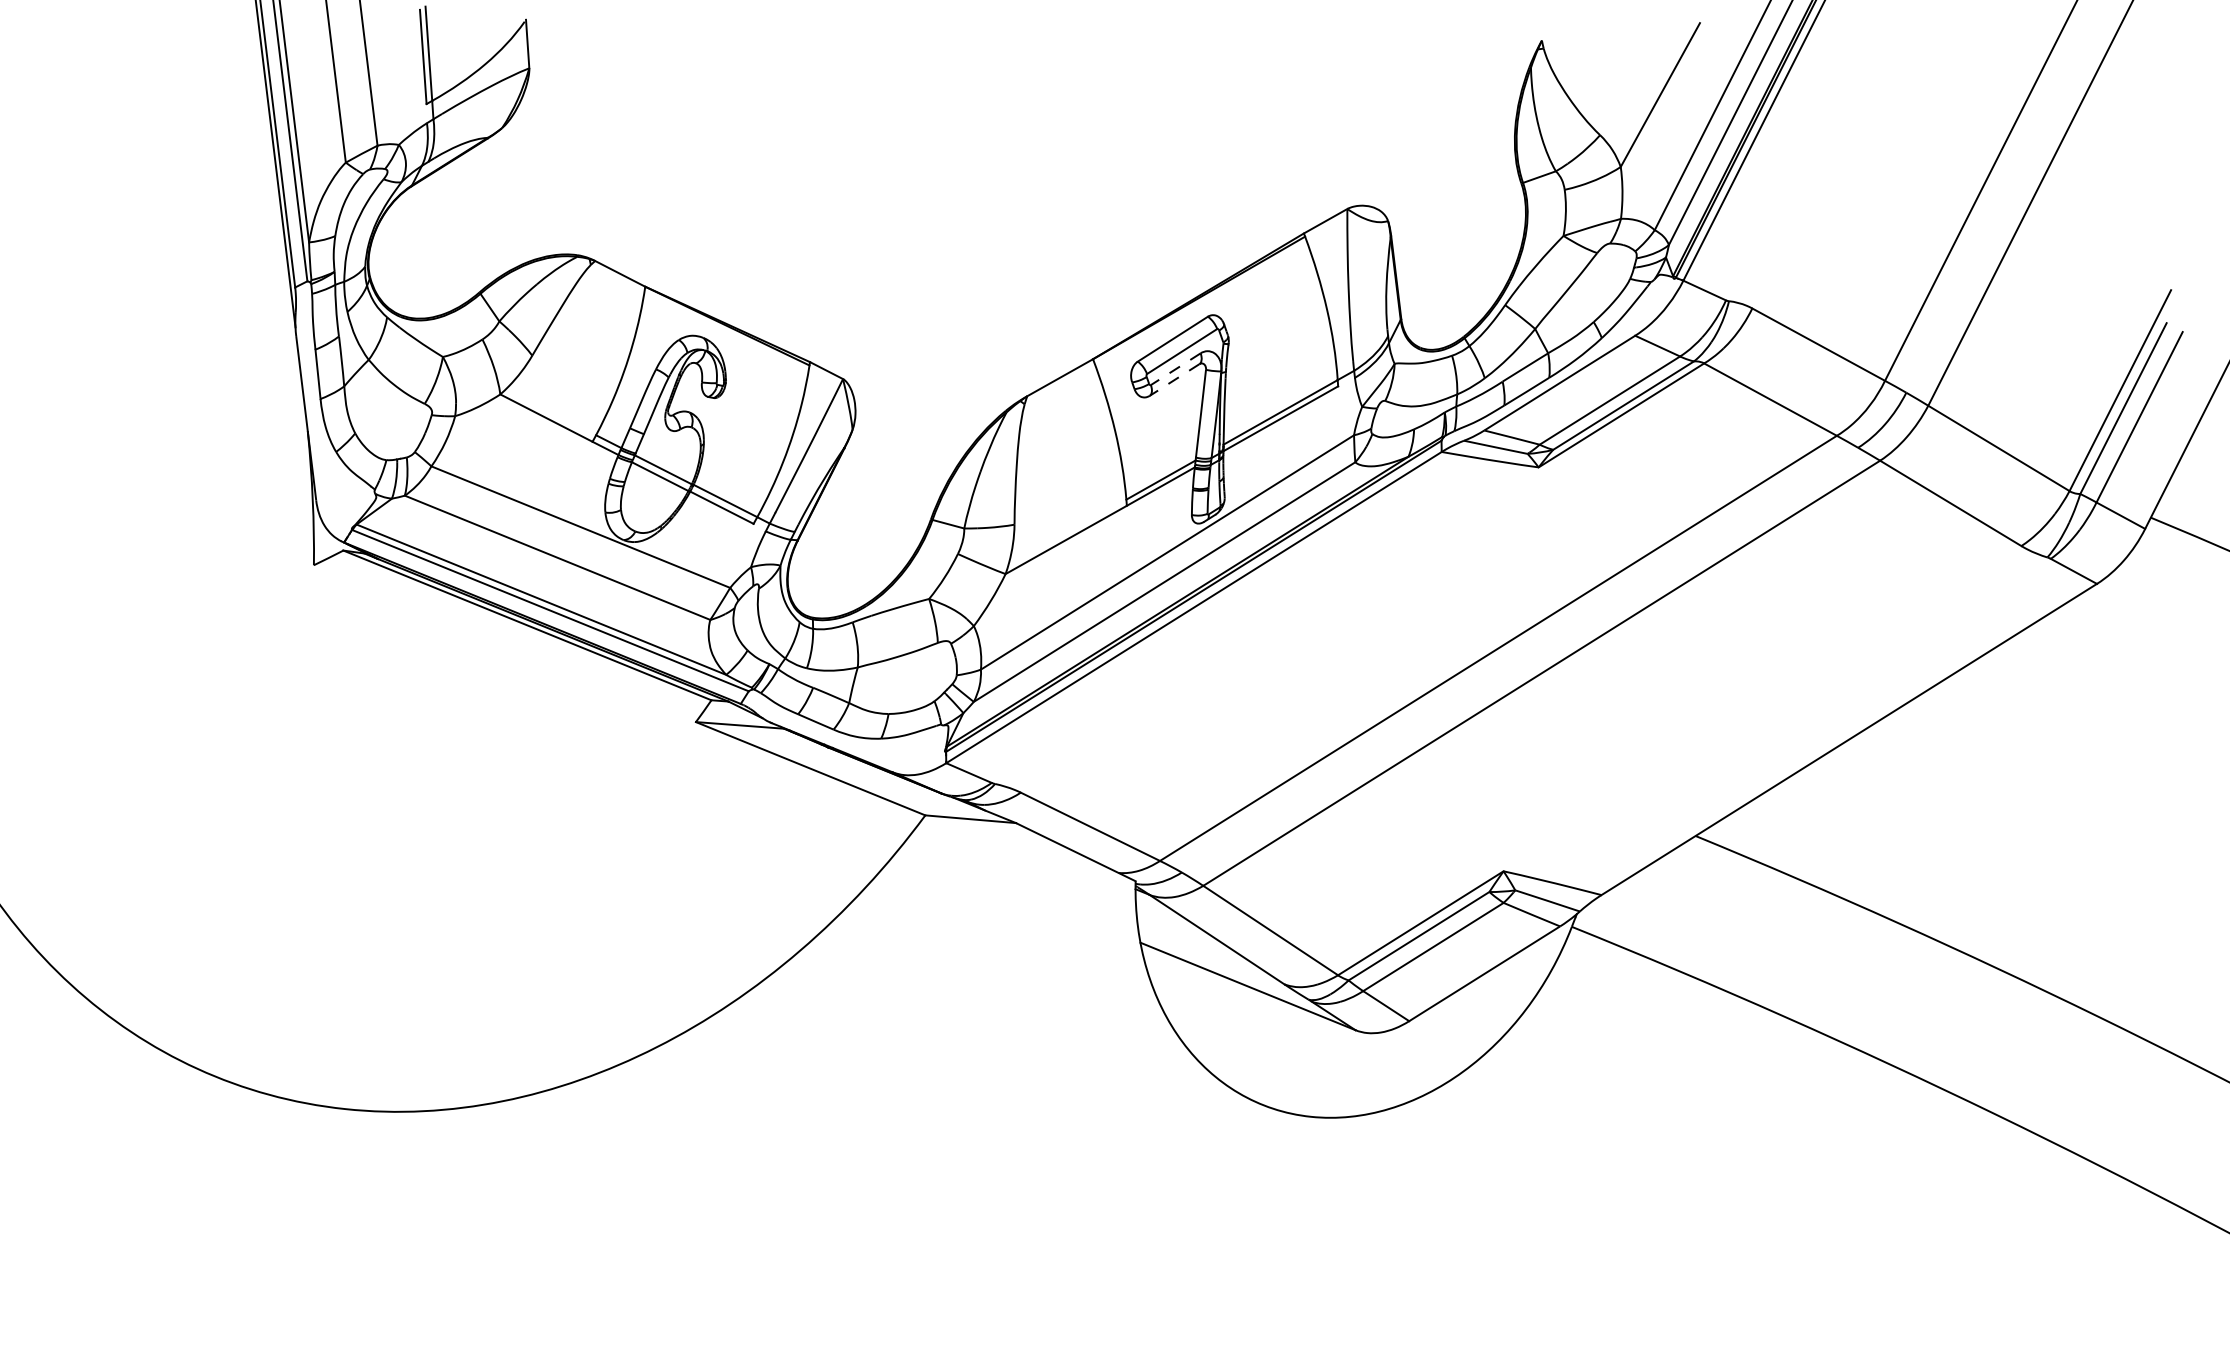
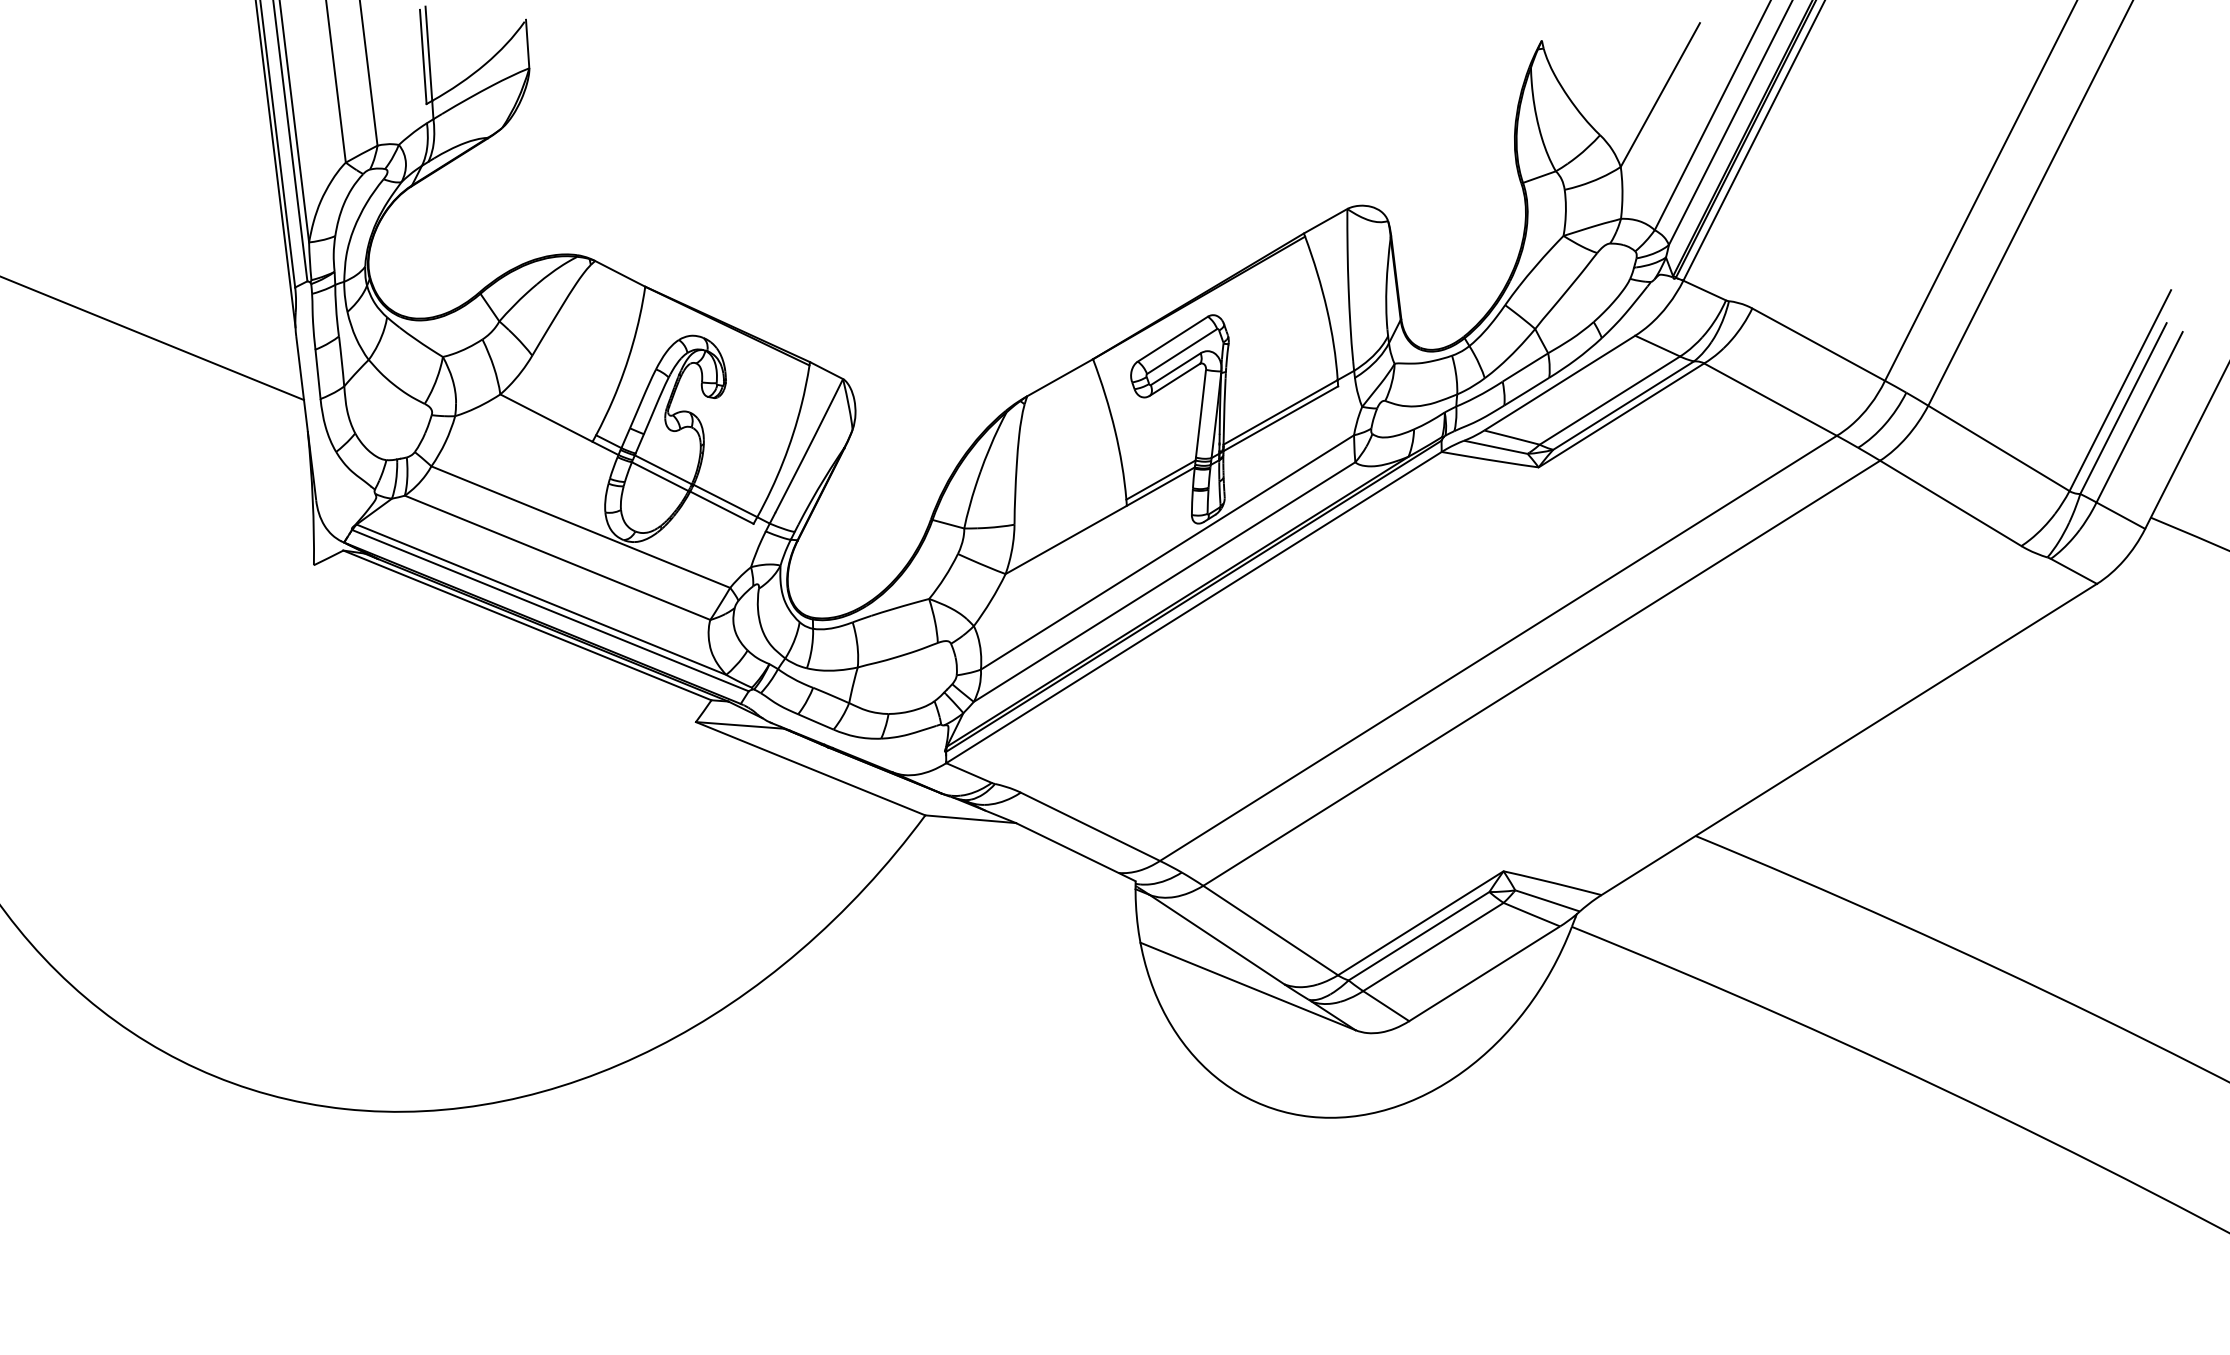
line at (153, 338): none -> present
line at (1175, 369): dashed -> solid
line at (1174, 380): dashed -> solid
